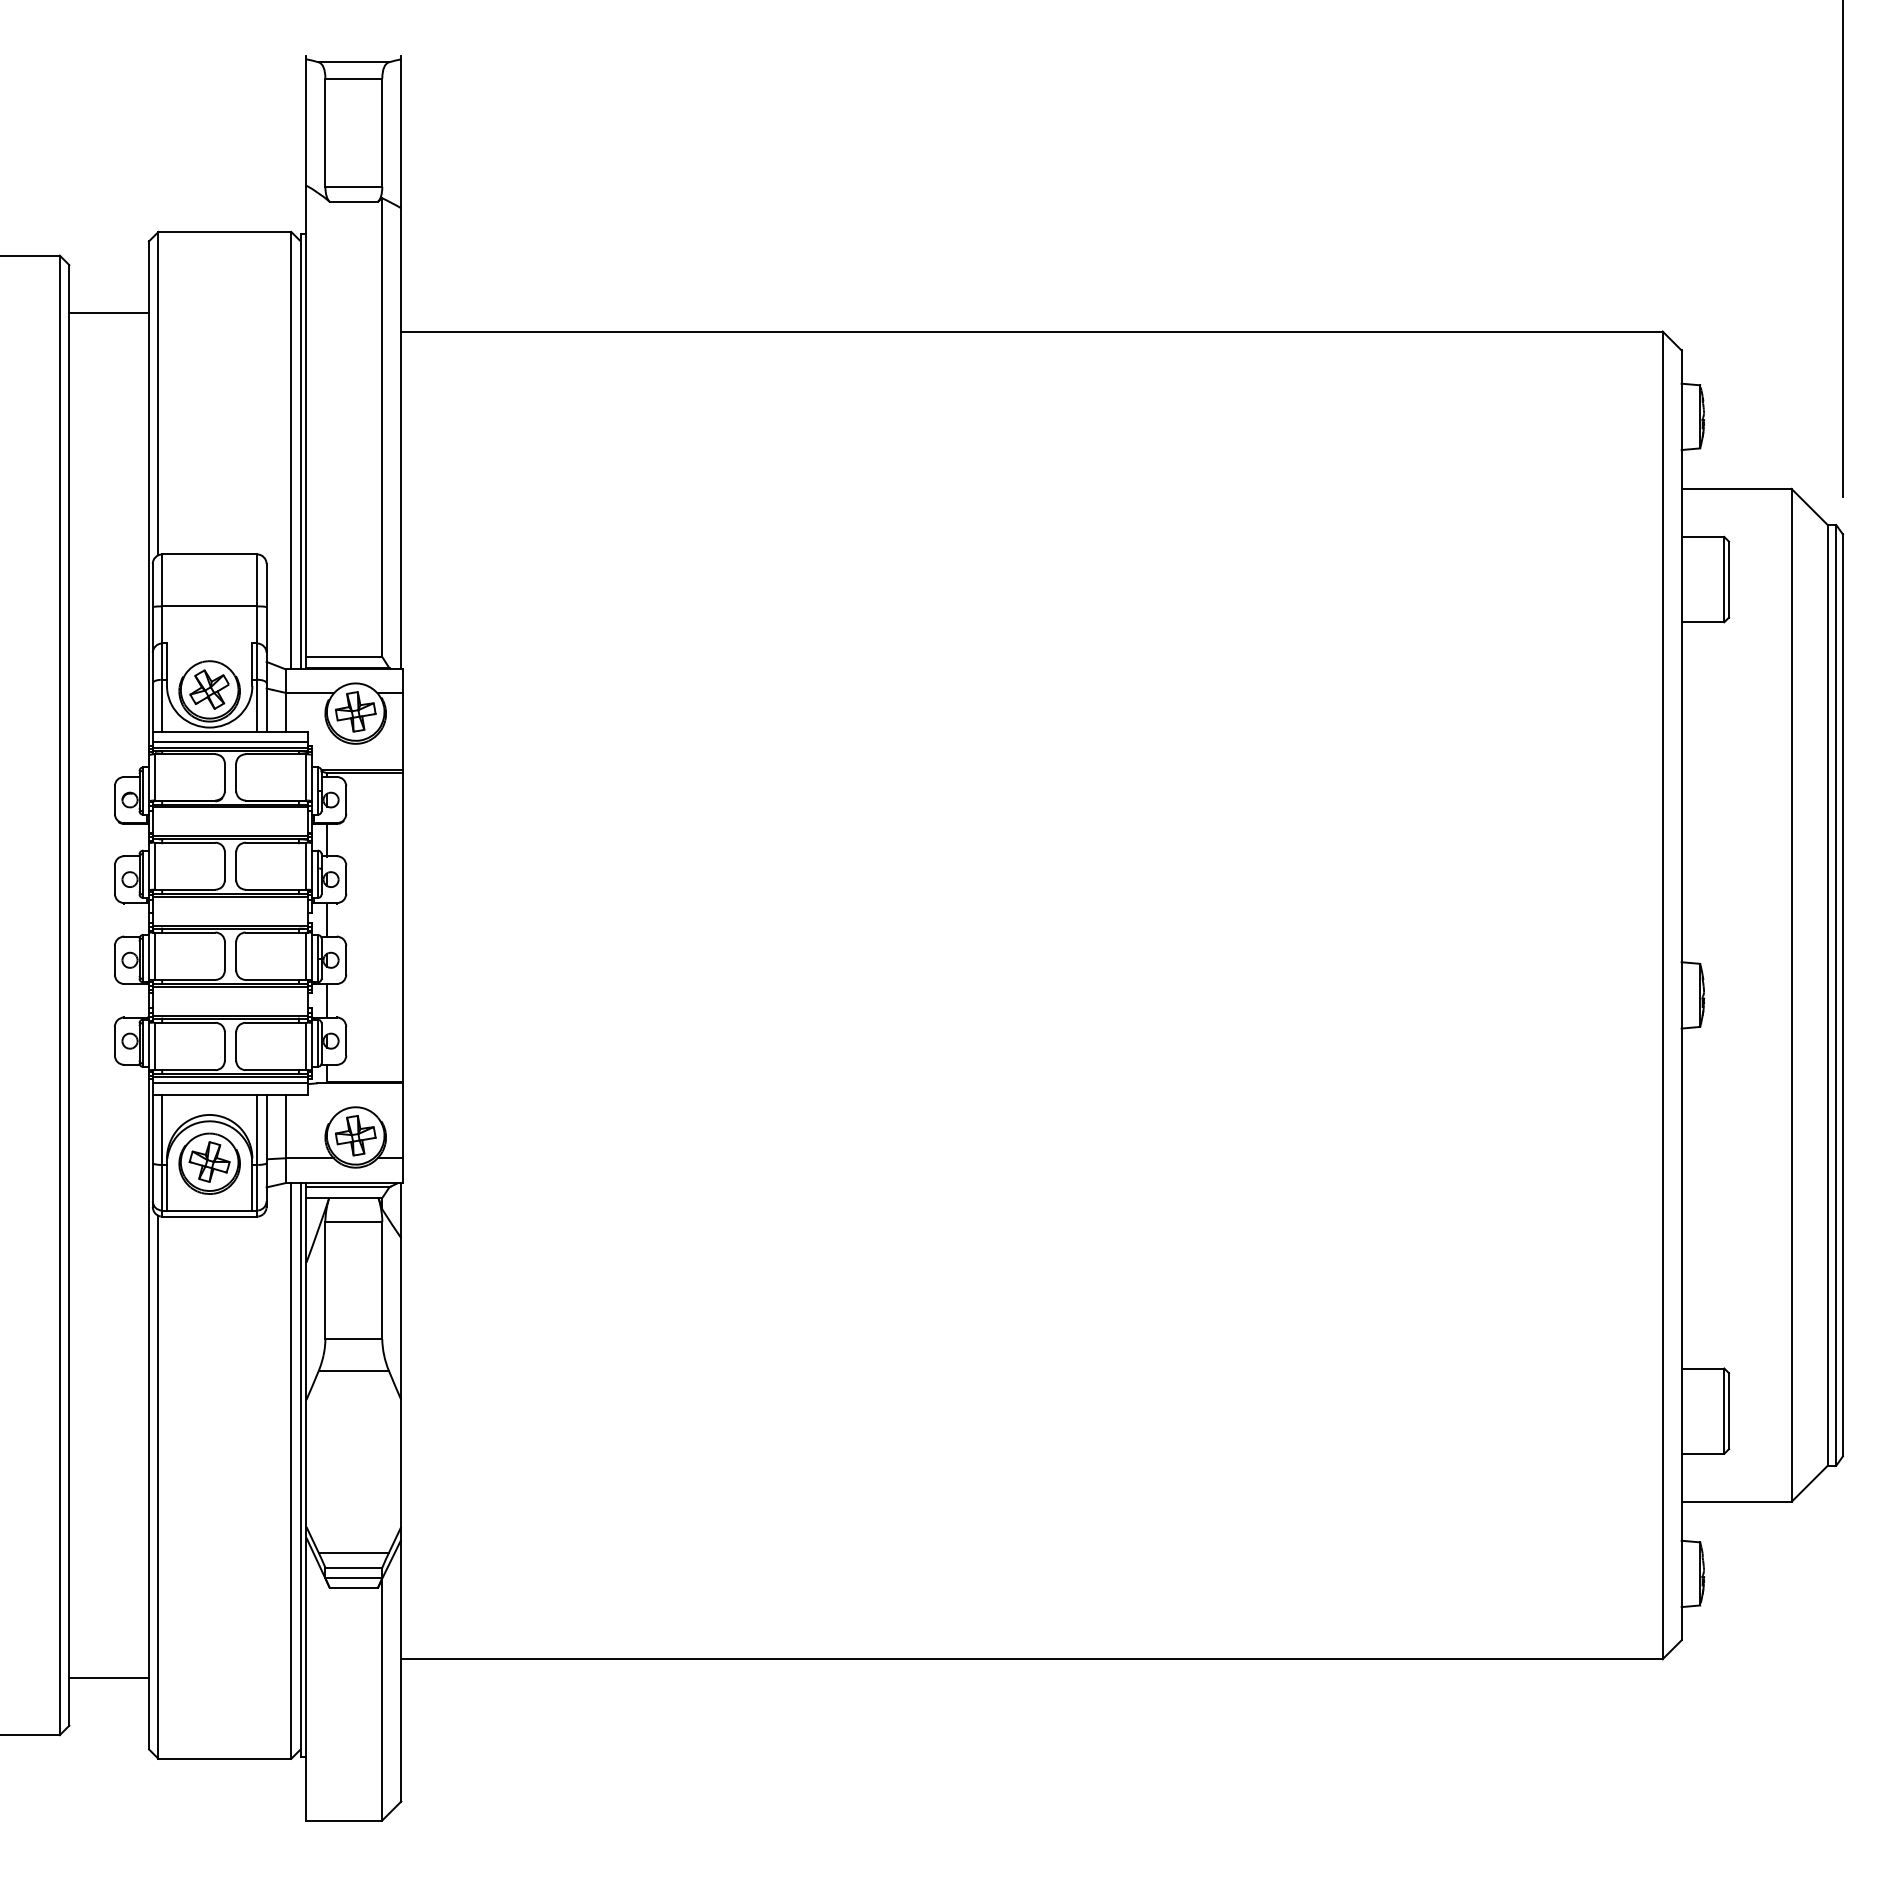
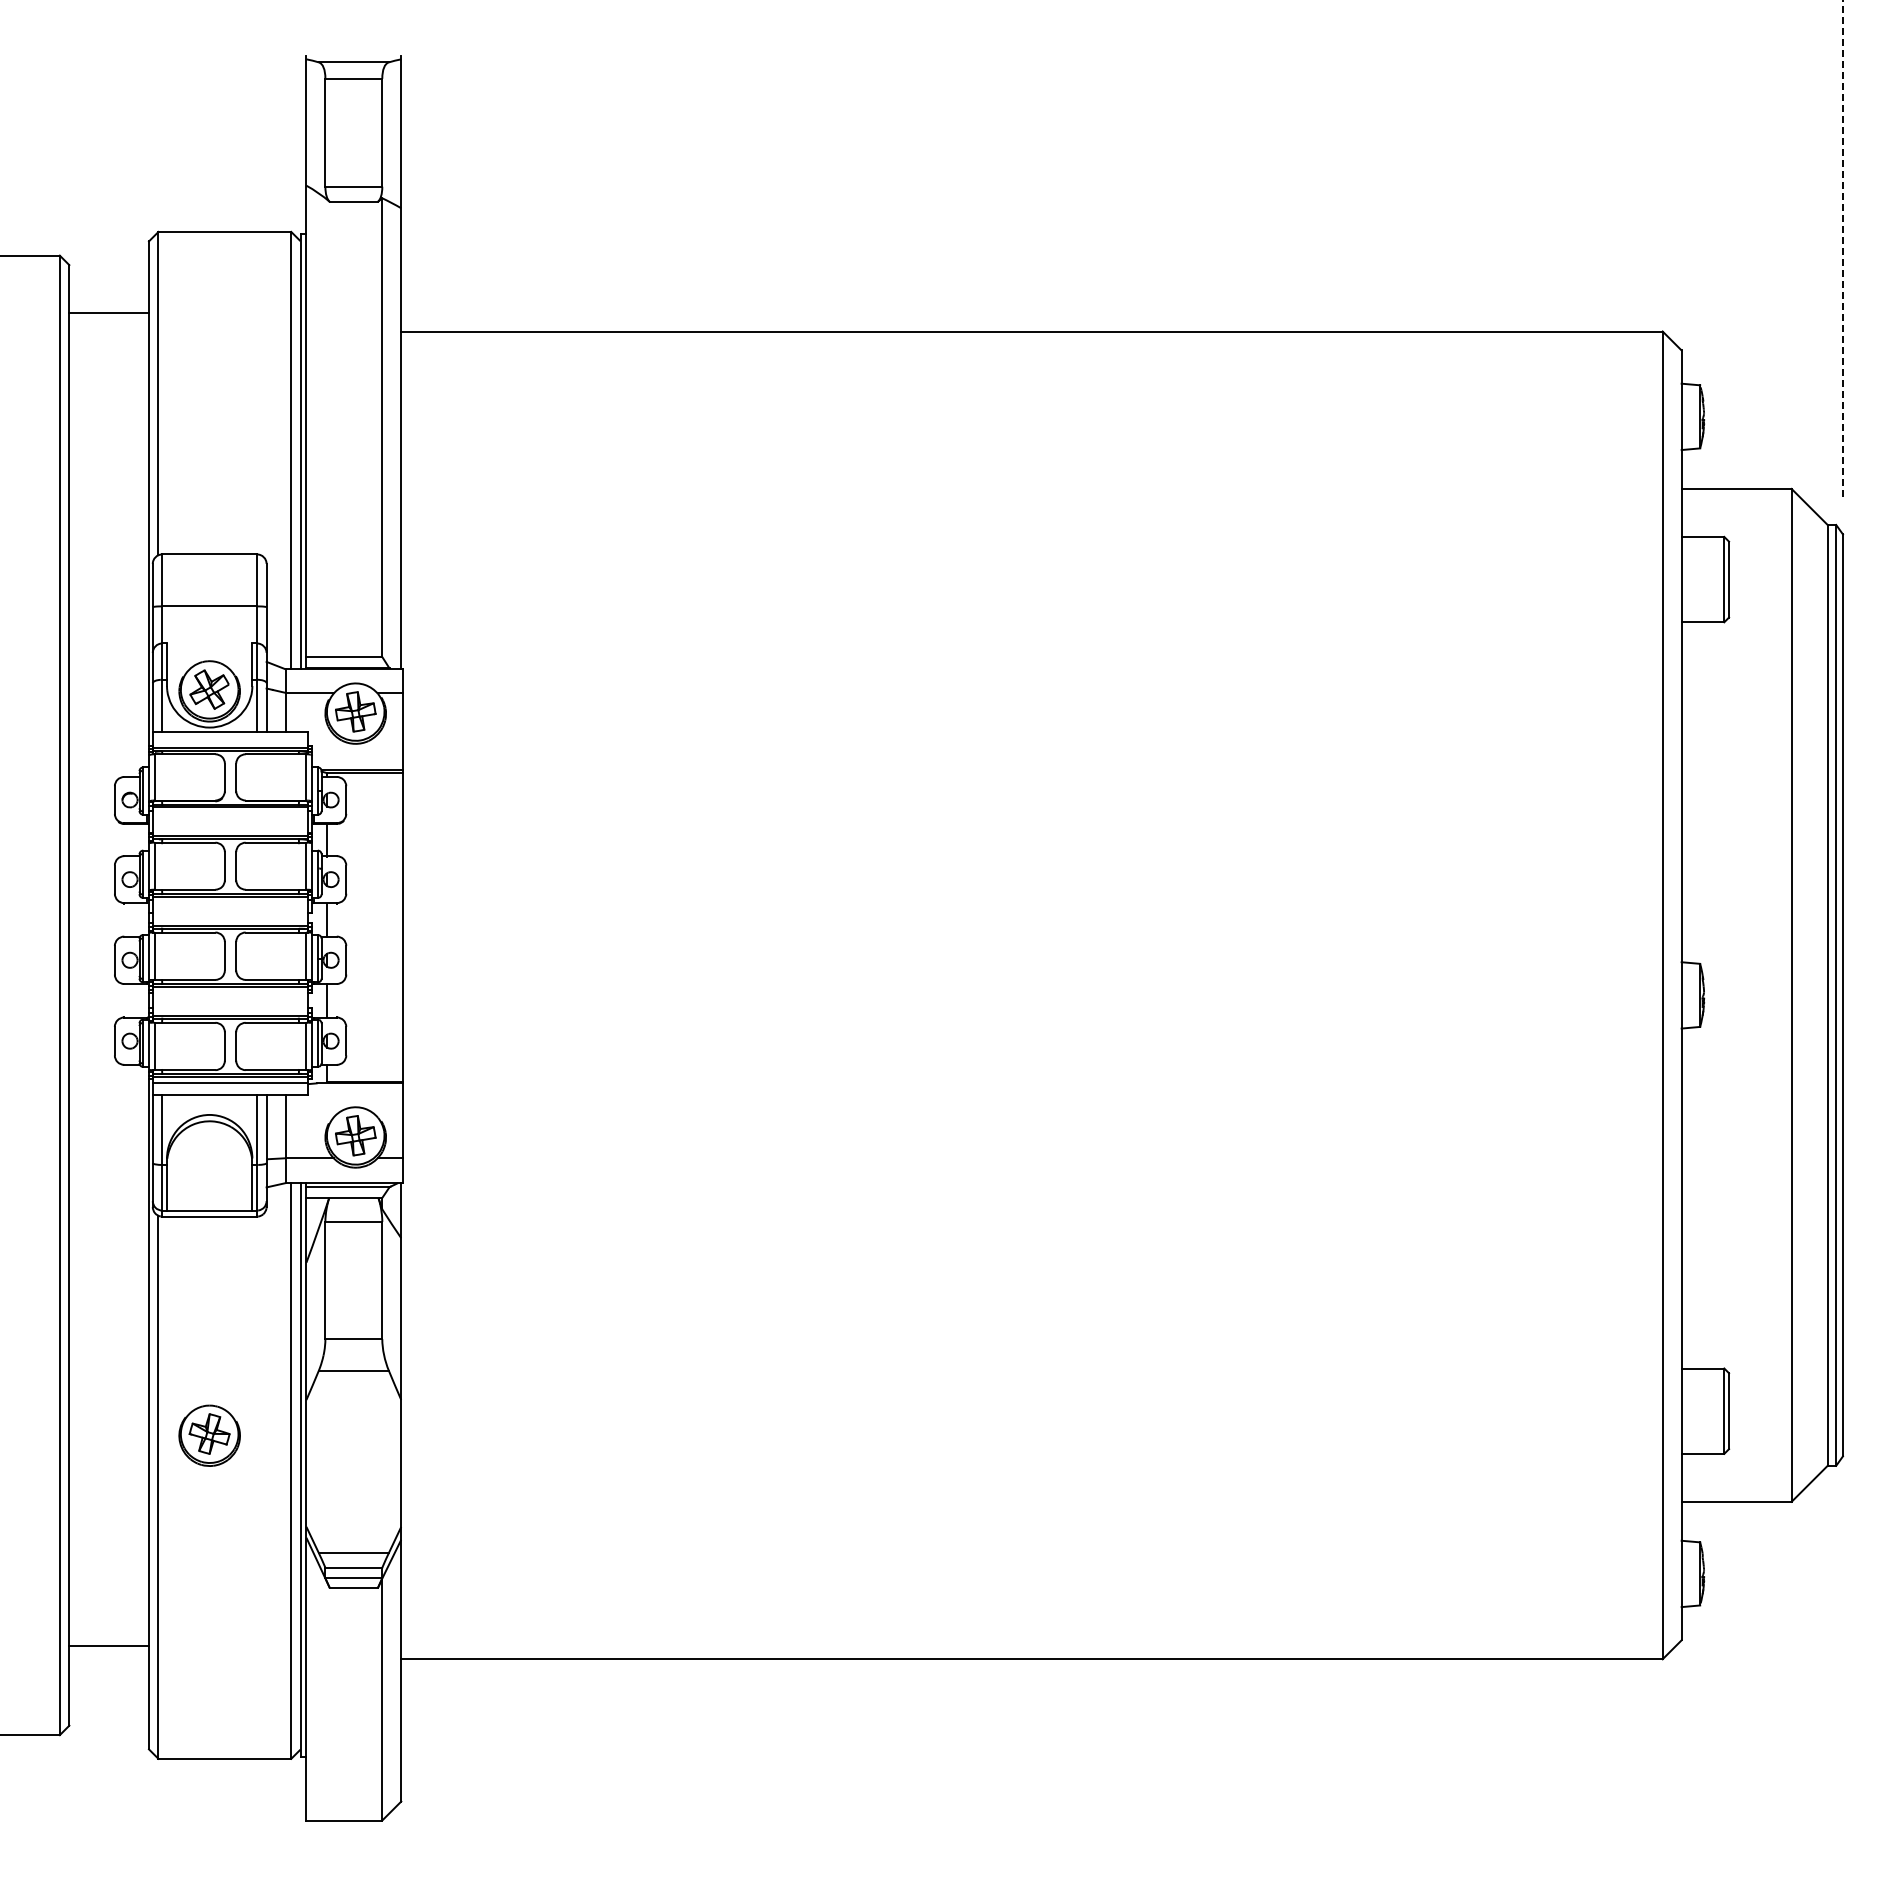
line at (1842, 248): solid -> dashed
line at (230, 741): present -> none
part at (209, 1163) position: (209, 1163) -> (209, 1435)
line at (109, 1678) position: (109, 1678) -> (109, 1646)
